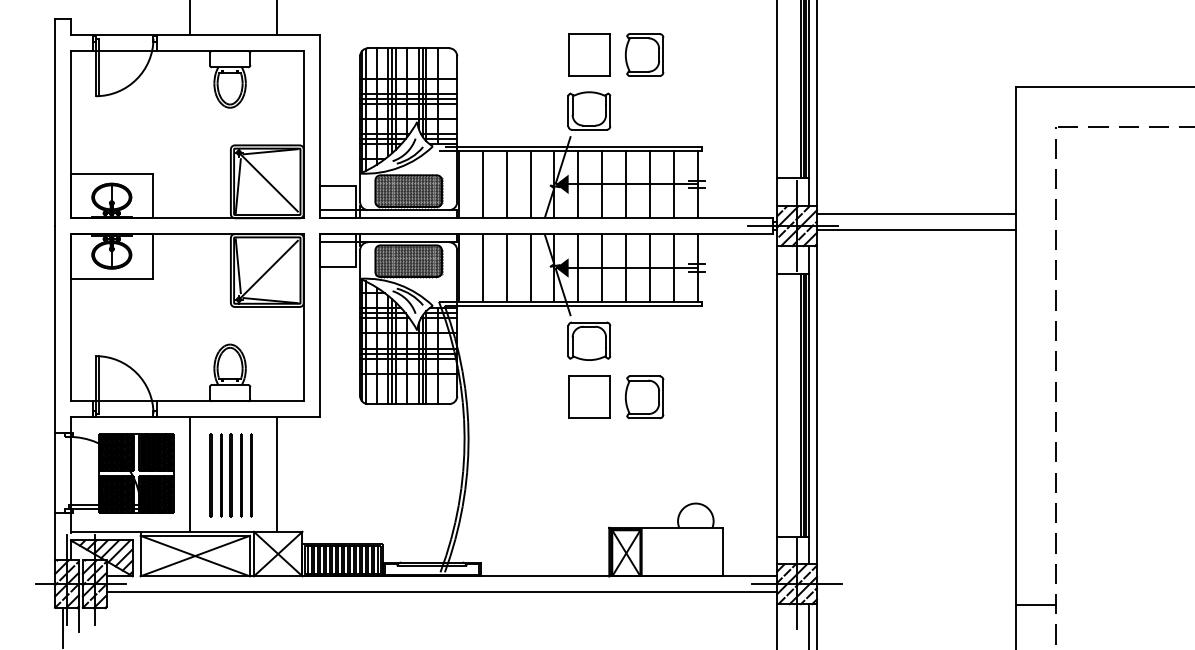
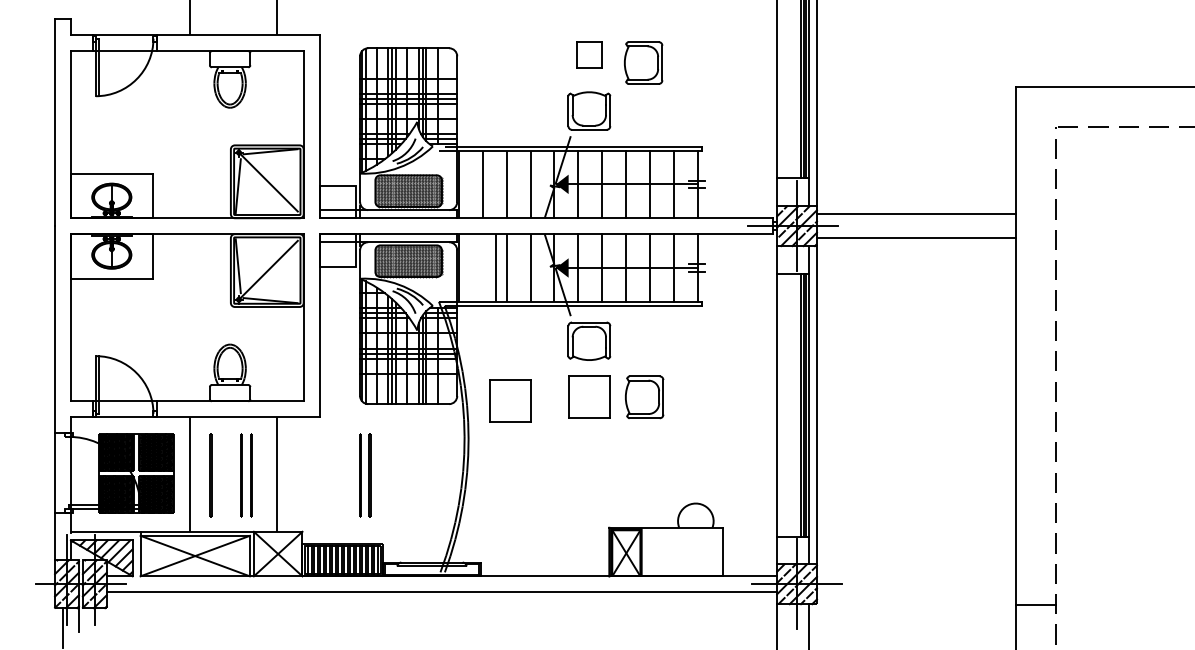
part at (589, 54) size: 43x44 px -> 27x28 px
part at (644, 54) position: (644, 54) -> (643, 62)
line at (916, 230) position: (916, 230) -> (916, 238)
line at (482, 267) position: (482, 267) -> (495, 267)
part at (510, 400): none -> present
part at (226, 475) position: (226, 475) -> (365, 475)
line at (816, 624): present -> none
